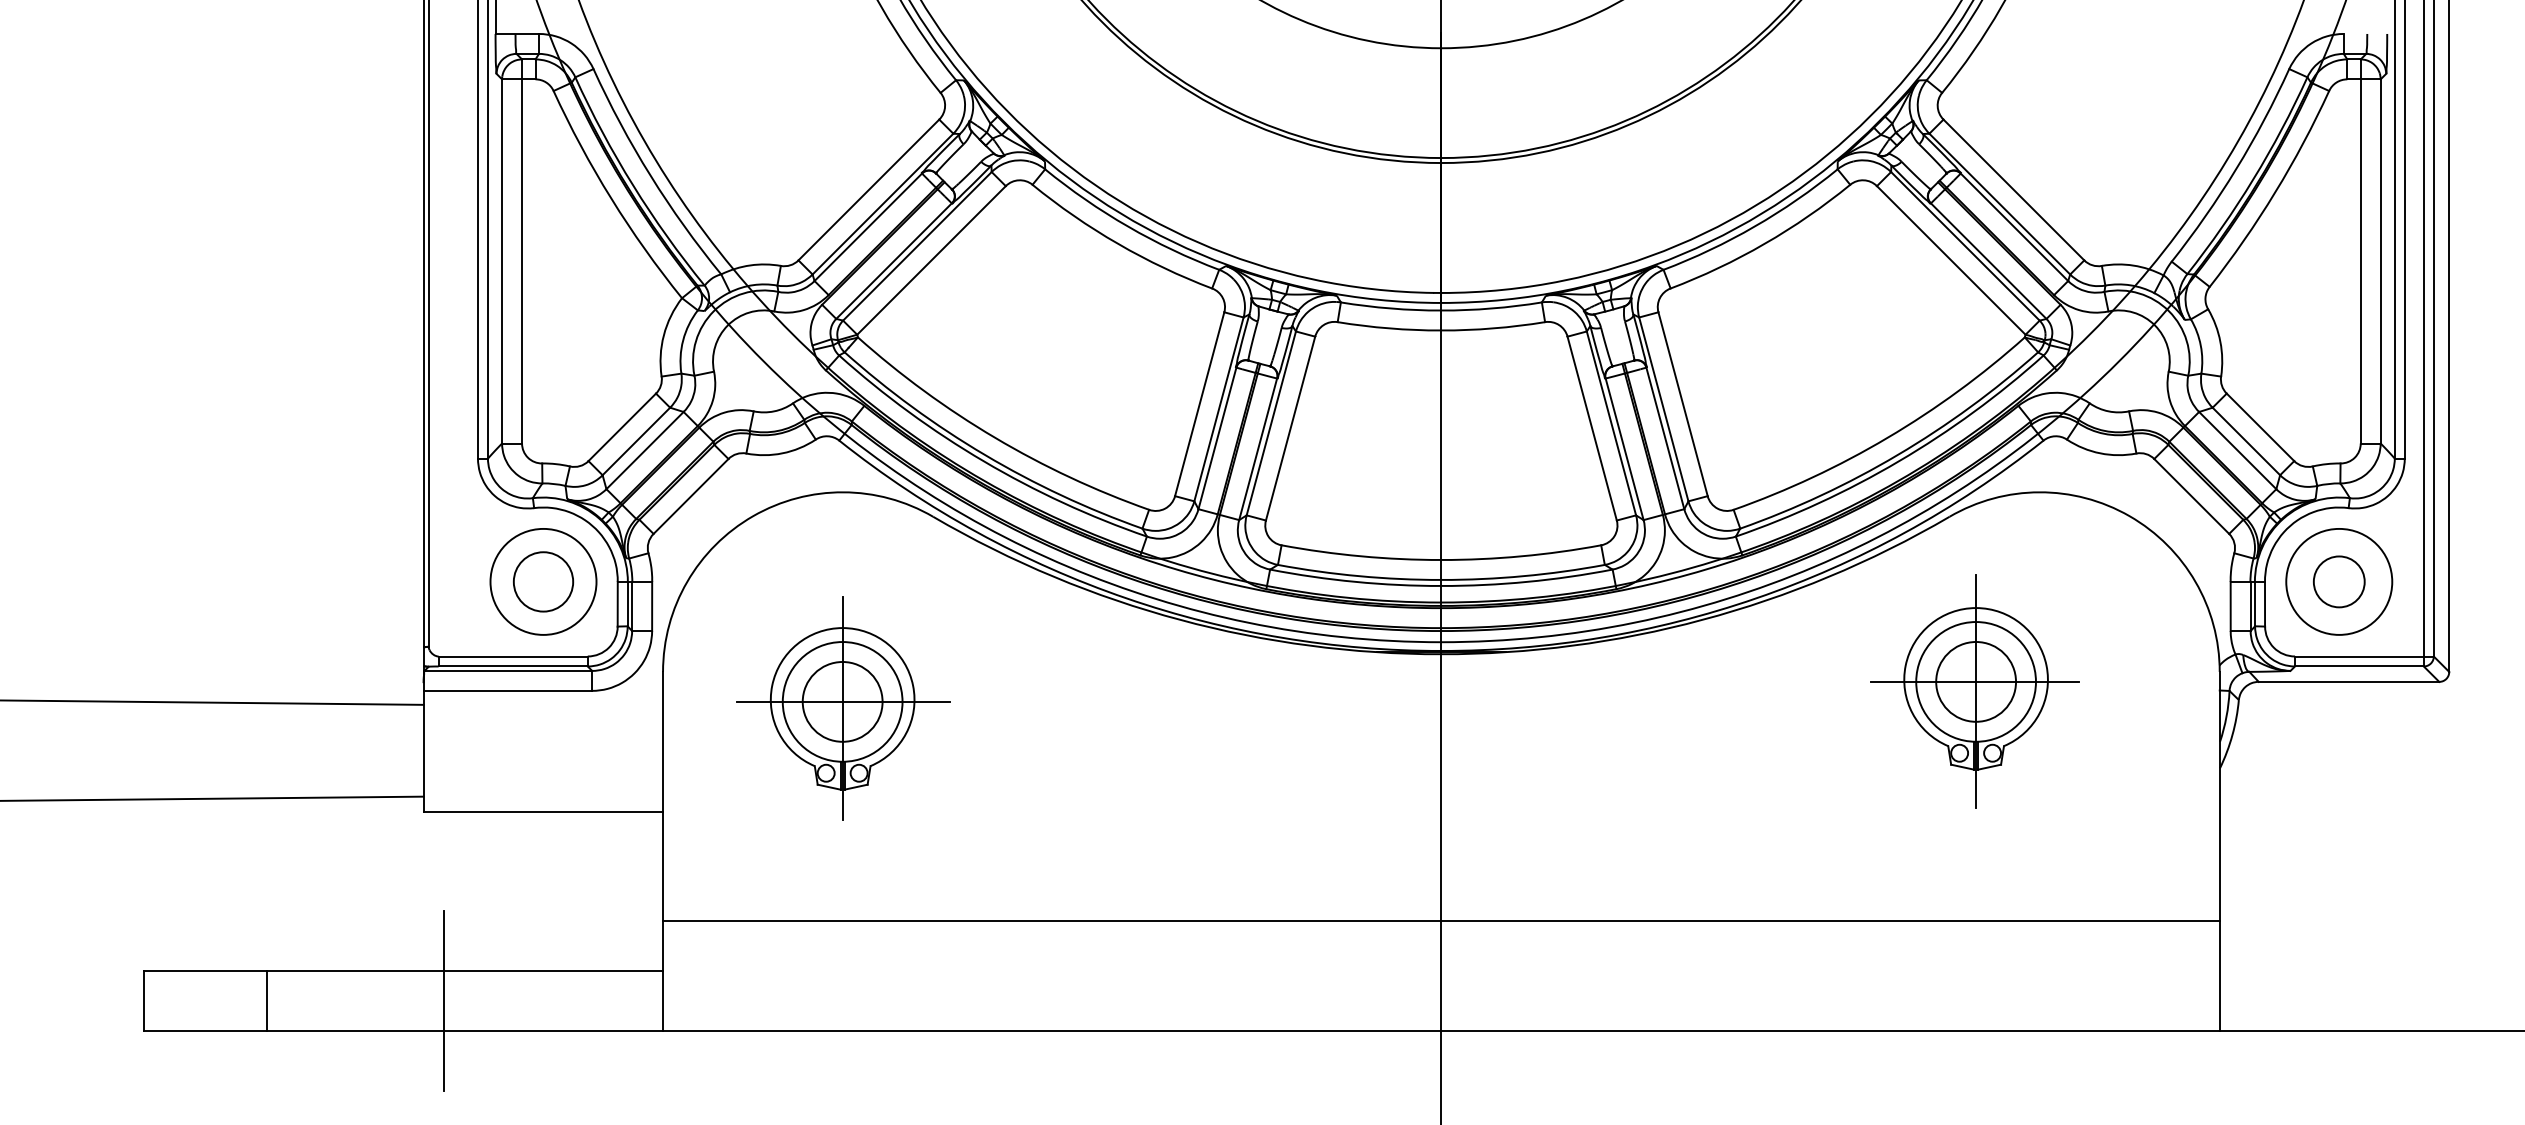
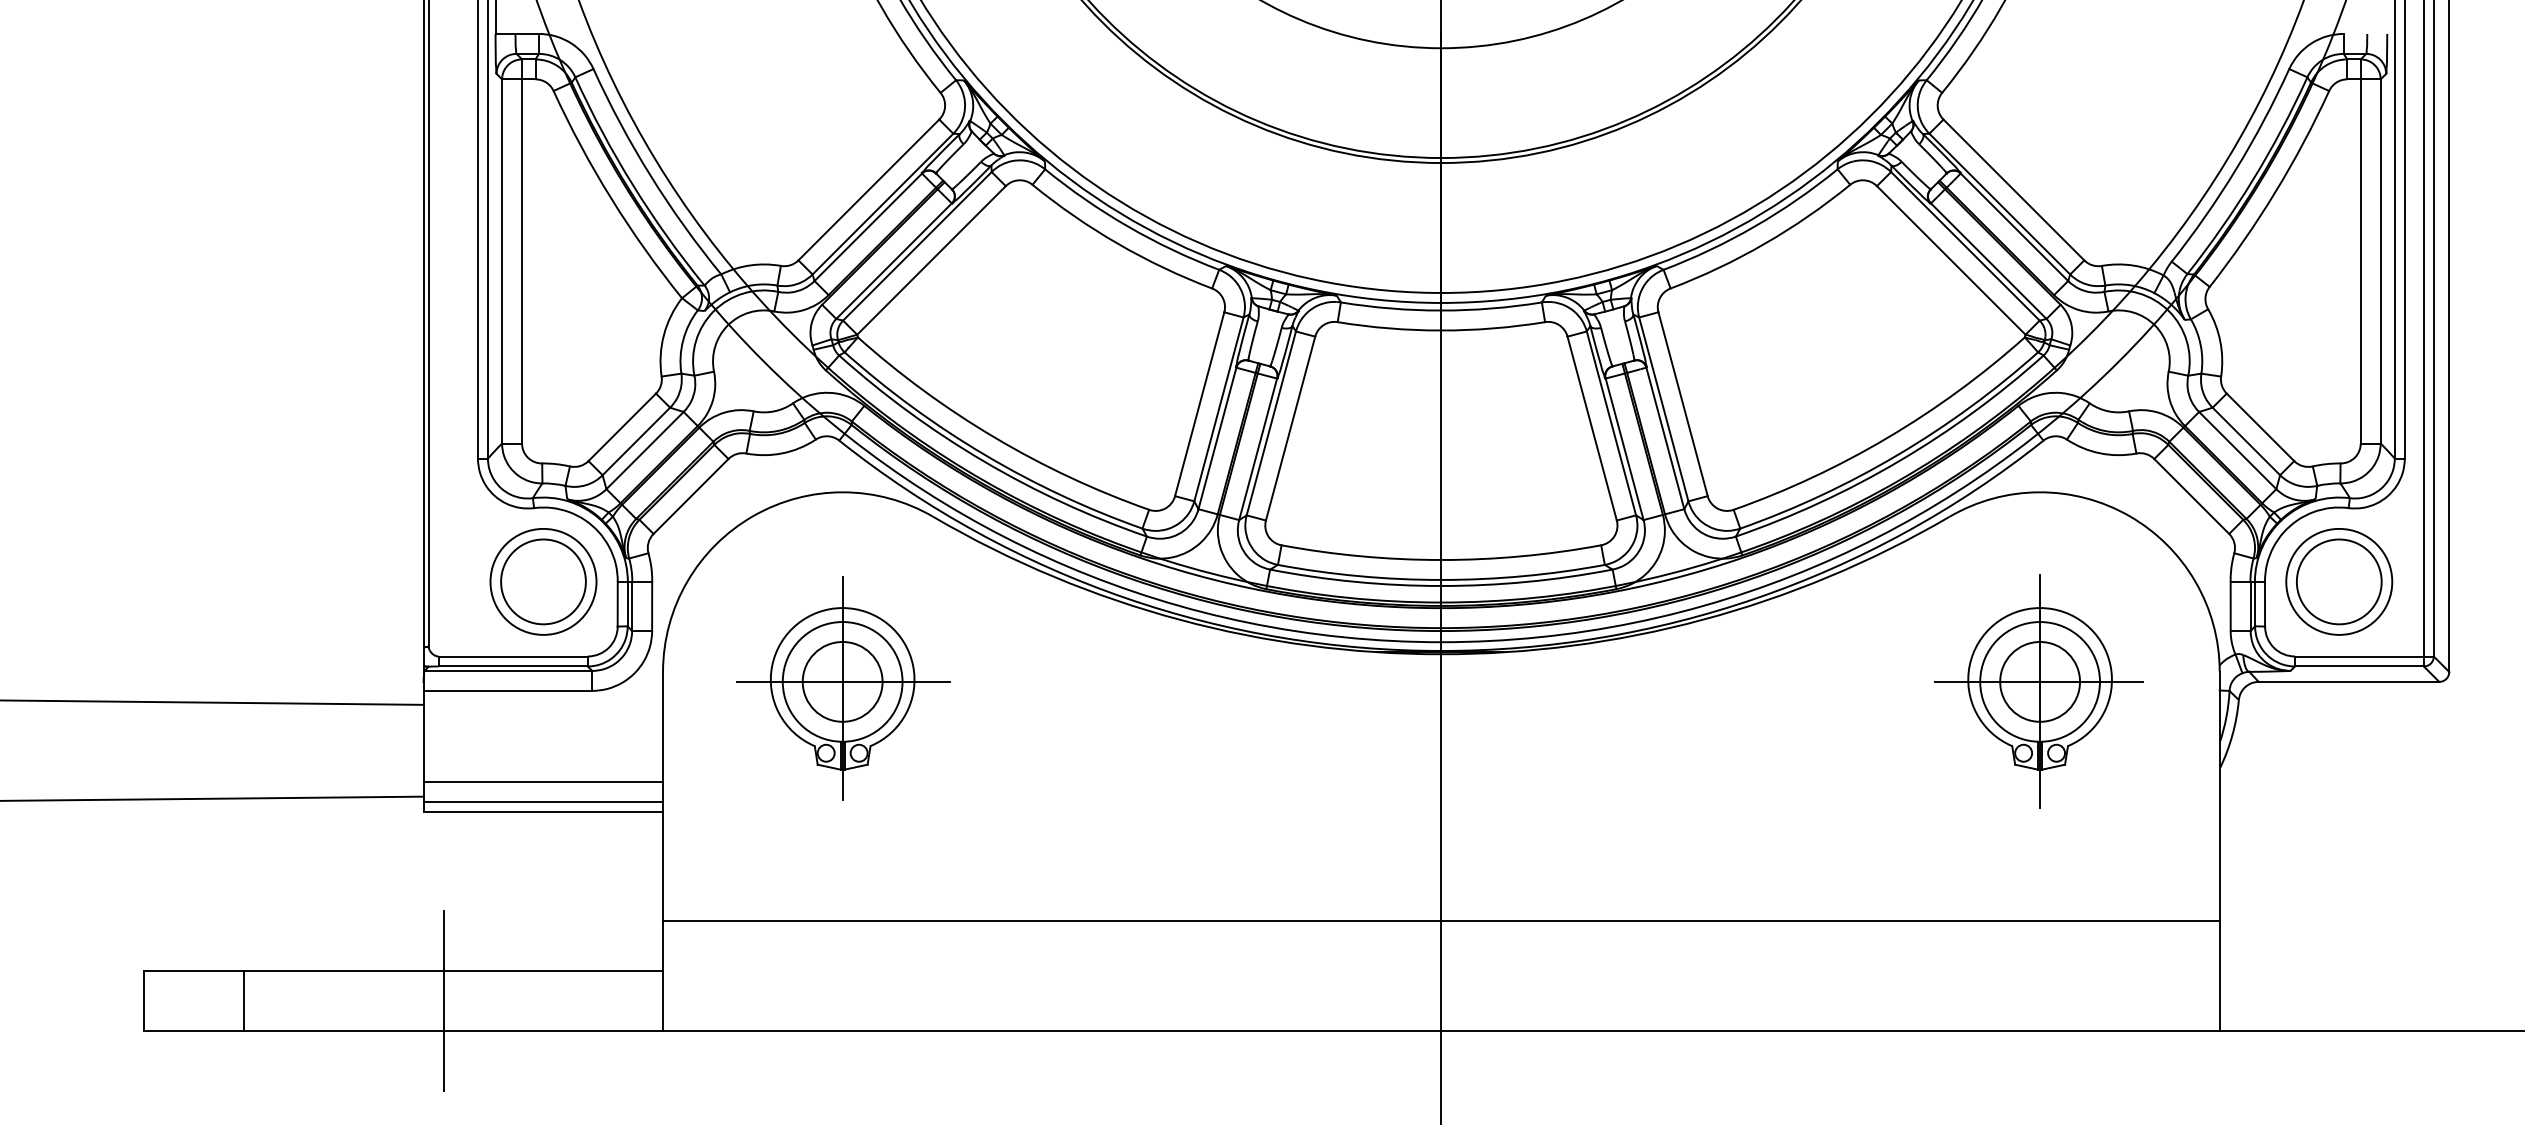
circle at (543, 581) diameter: 59 px -> 85 px
circle at (2338, 581) diameter: 51 px -> 85 px
part at (1974, 691) position: (1974, 691) -> (2038, 691)
part at (843, 708) position: (843, 708) -> (843, 688)
line at (543, 781): none -> present
line at (543, 801): none -> present
line at (266, 1001) position: (266, 1001) -> (243, 1001)
